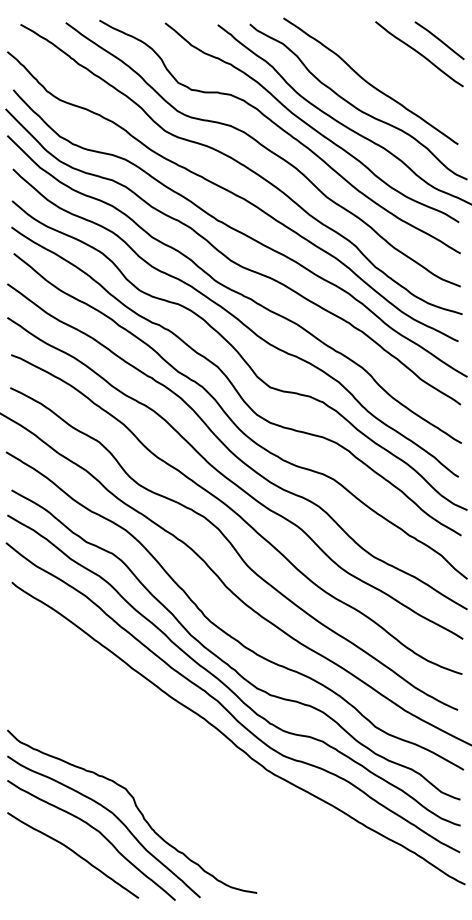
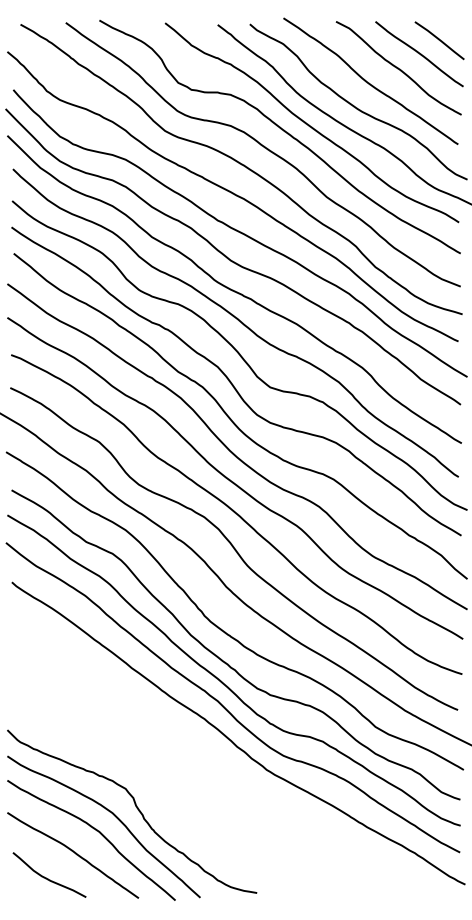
curve at (398, 68): none -> present
curve at (48, 878): none -> present
